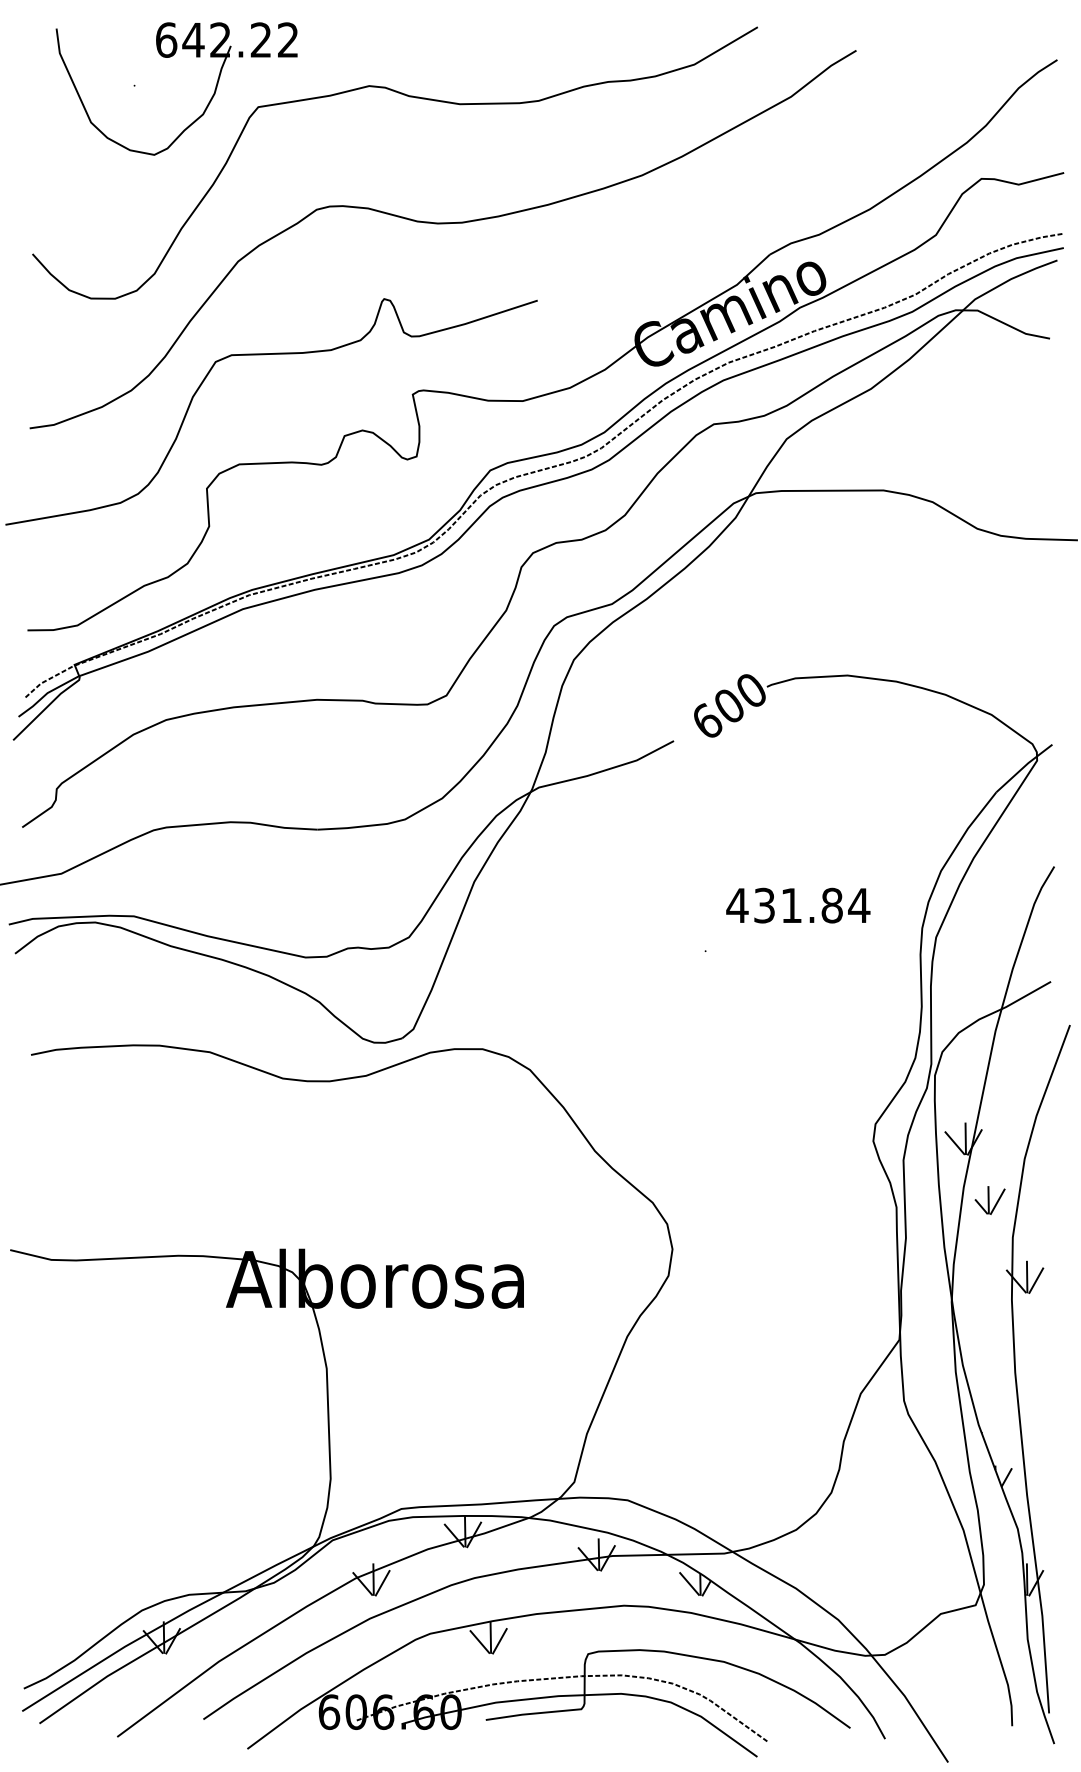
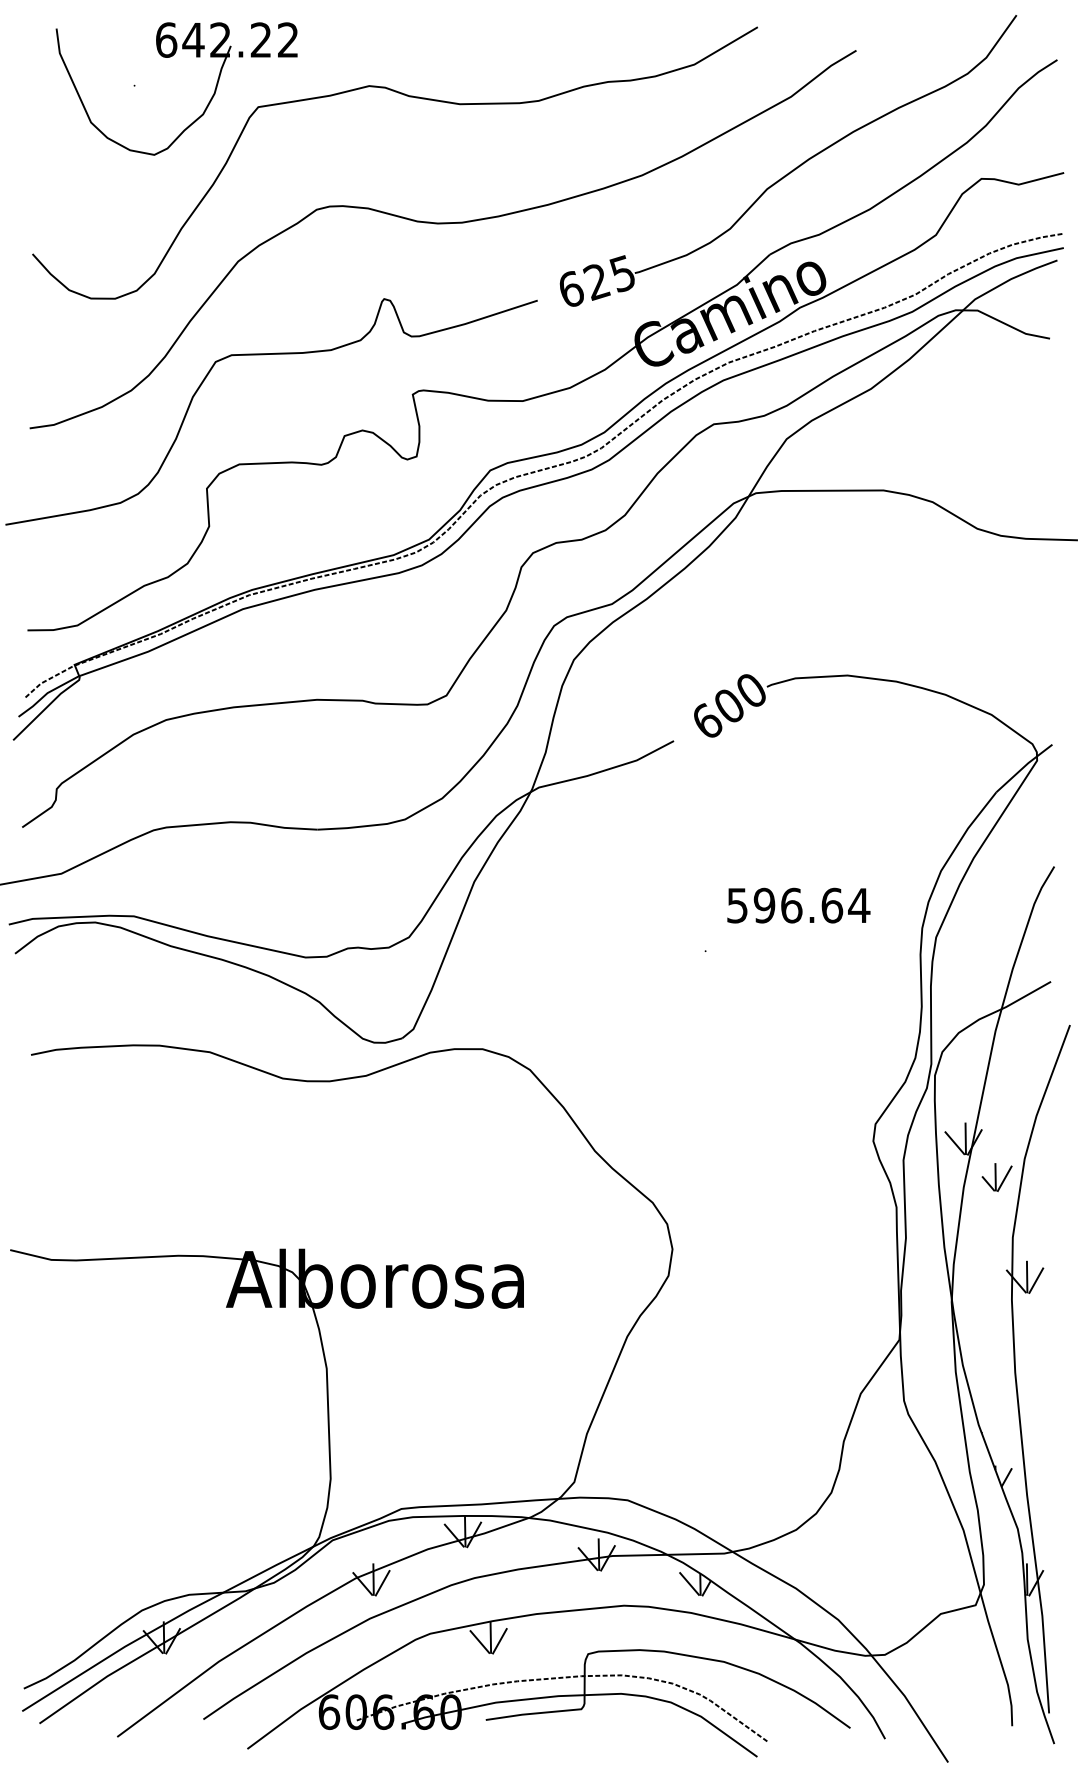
part at (792, 169): none -> present
text at (784, 905): 431.84 -> 596.64
part at (989, 1200) position: (989, 1200) -> (996, 1177)
